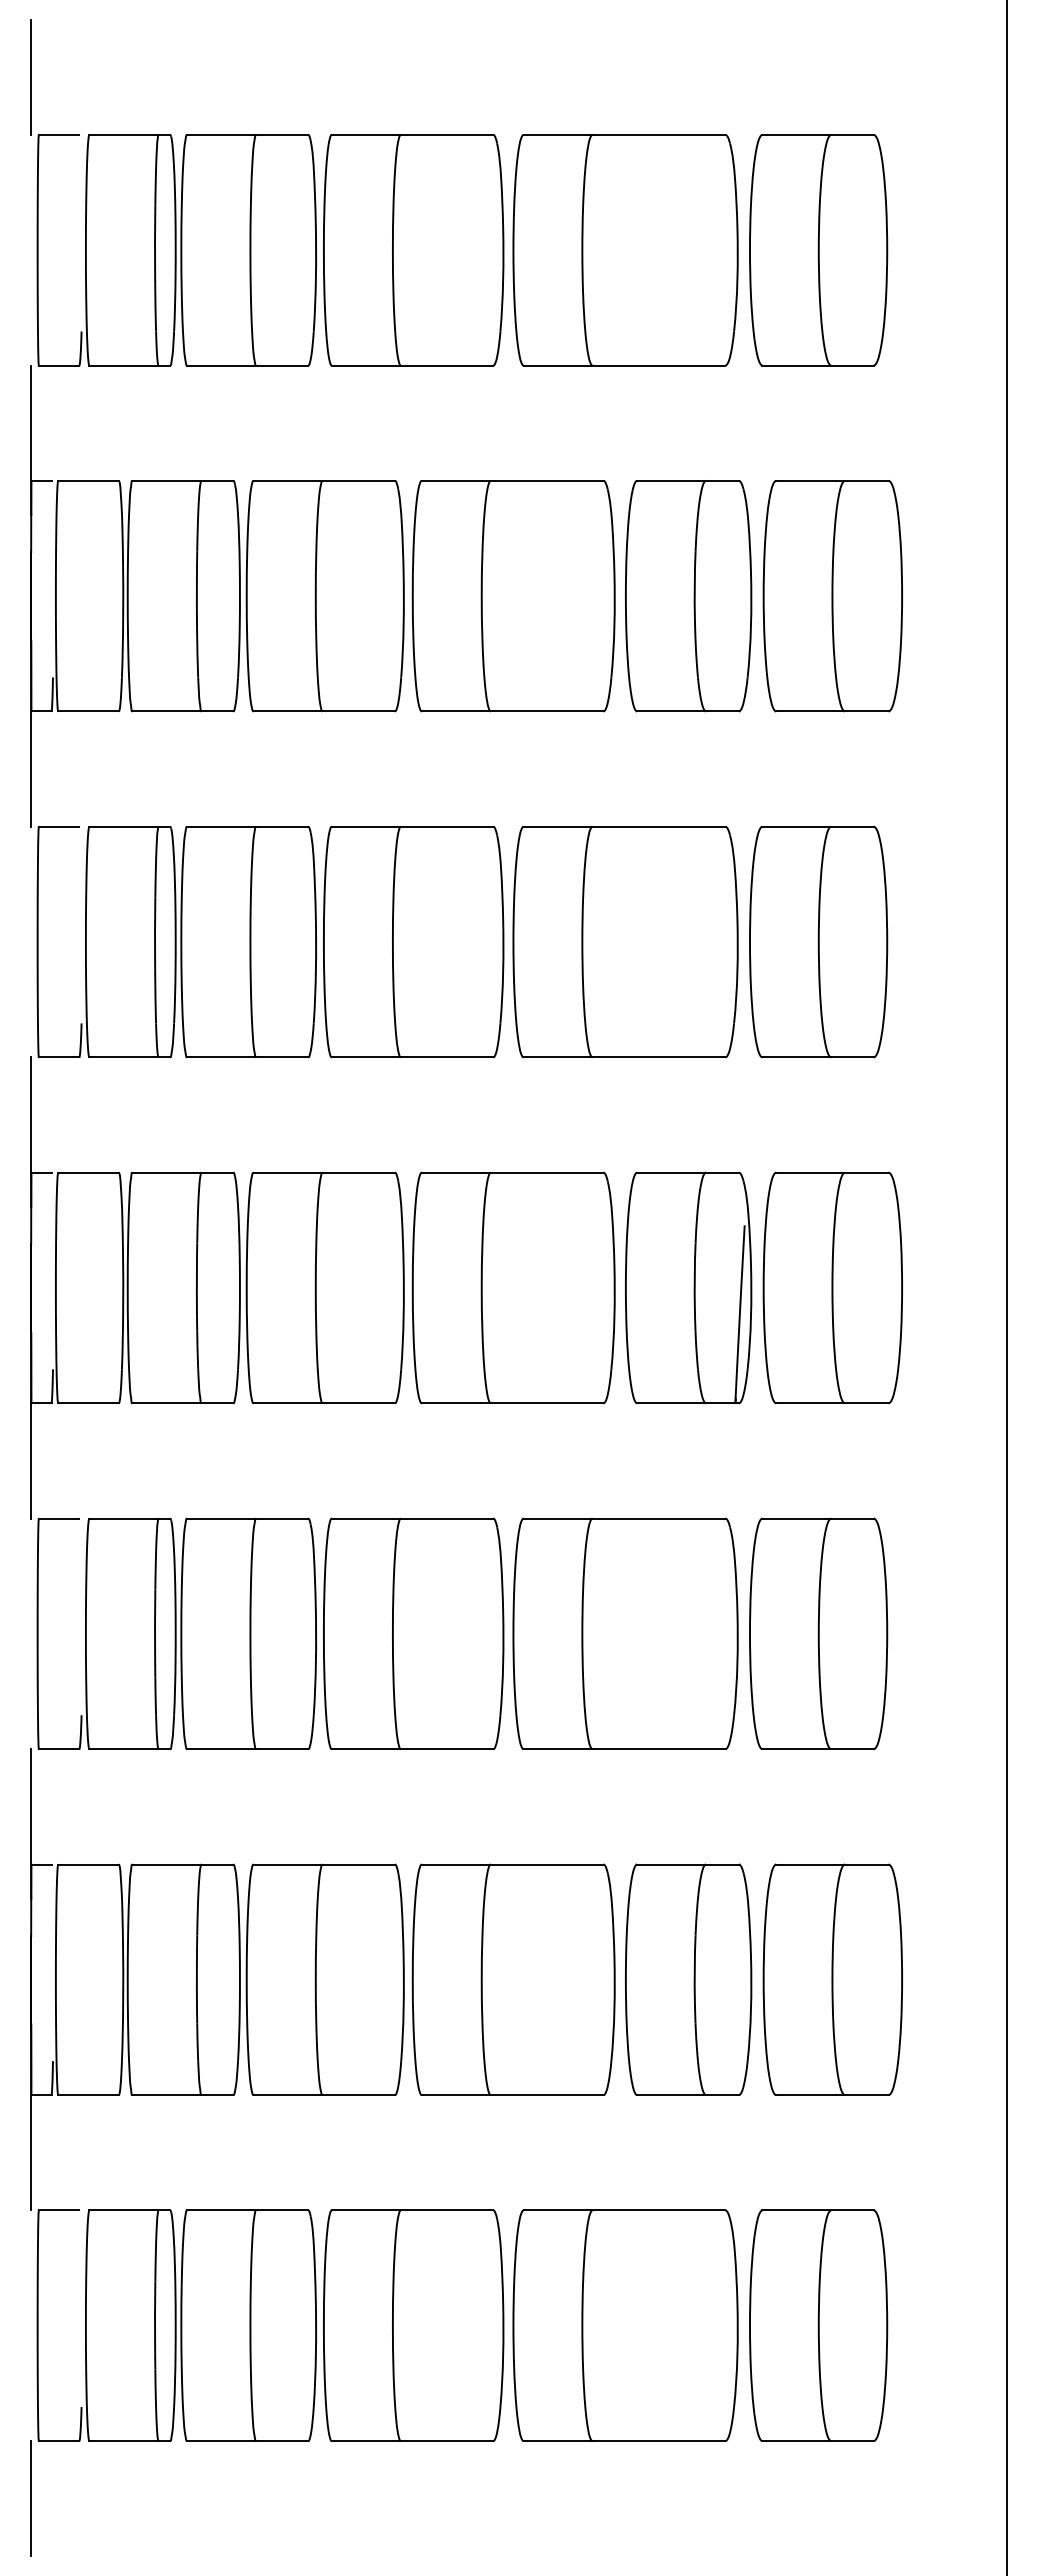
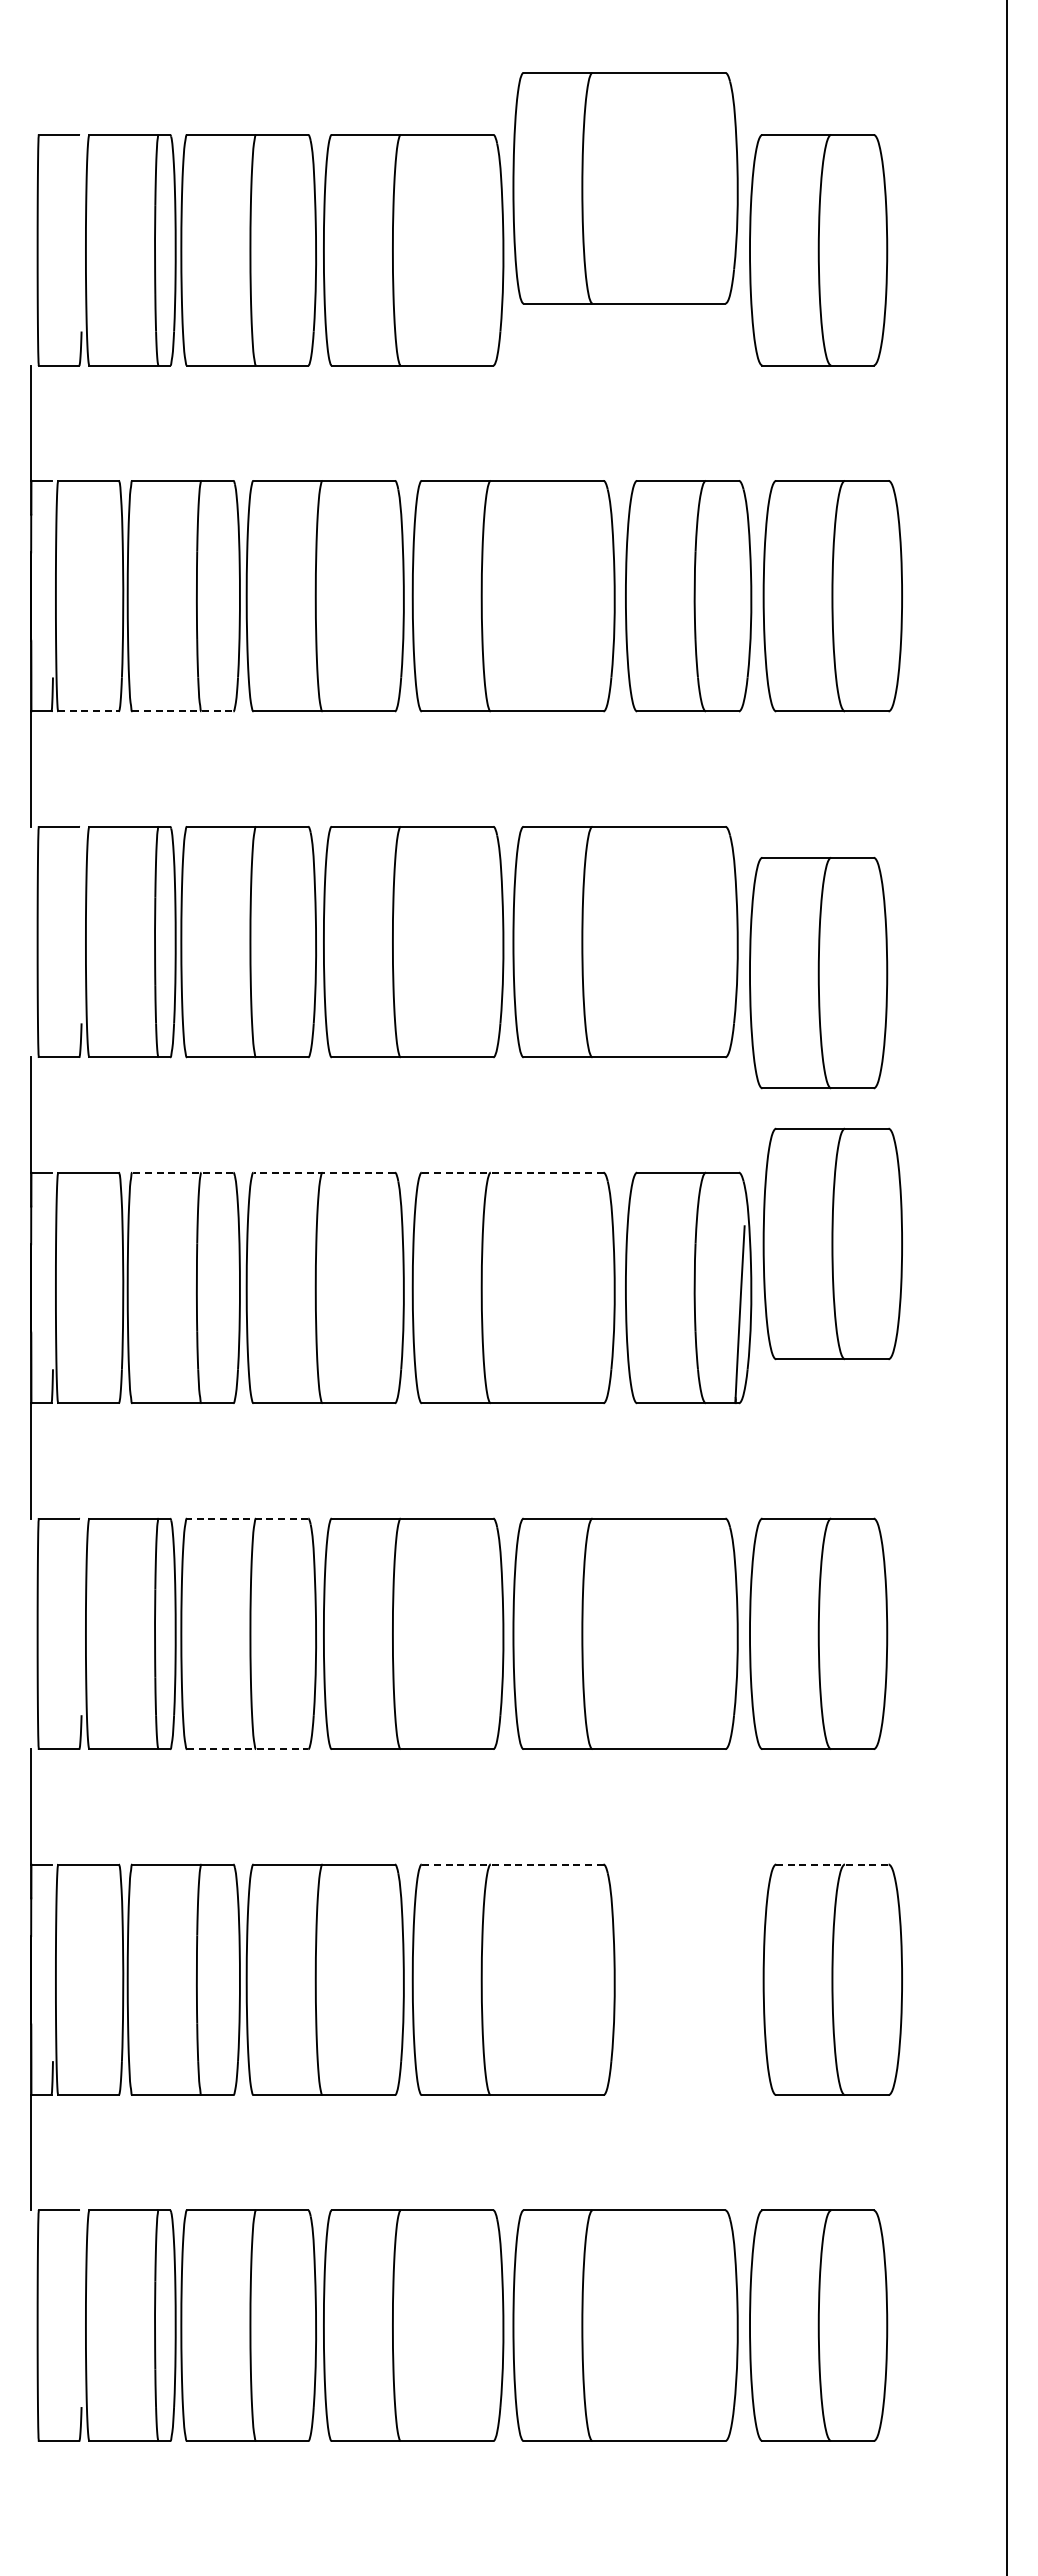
line at (31, 76): present -> none
part at (625, 250) position: (625, 250) -> (625, 188)
line at (89, 711): solid -> dashed
line at (182, 711): solid -> dashed
part at (818, 942) position: (818, 942) -> (818, 973)
line at (182, 1172): solid -> dashed
line at (324, 1172): solid -> dashed
line at (512, 1172): solid -> dashed
part at (832, 1287) position: (832, 1287) -> (832, 1243)
line at (247, 1518): solid -> dashed
line at (247, 1749): solid -> dashed
line at (512, 1864): solid -> dashed
line at (832, 1864): solid -> dashed
part at (688, 1979): present -> none
line at (31, 2498): present -> none
